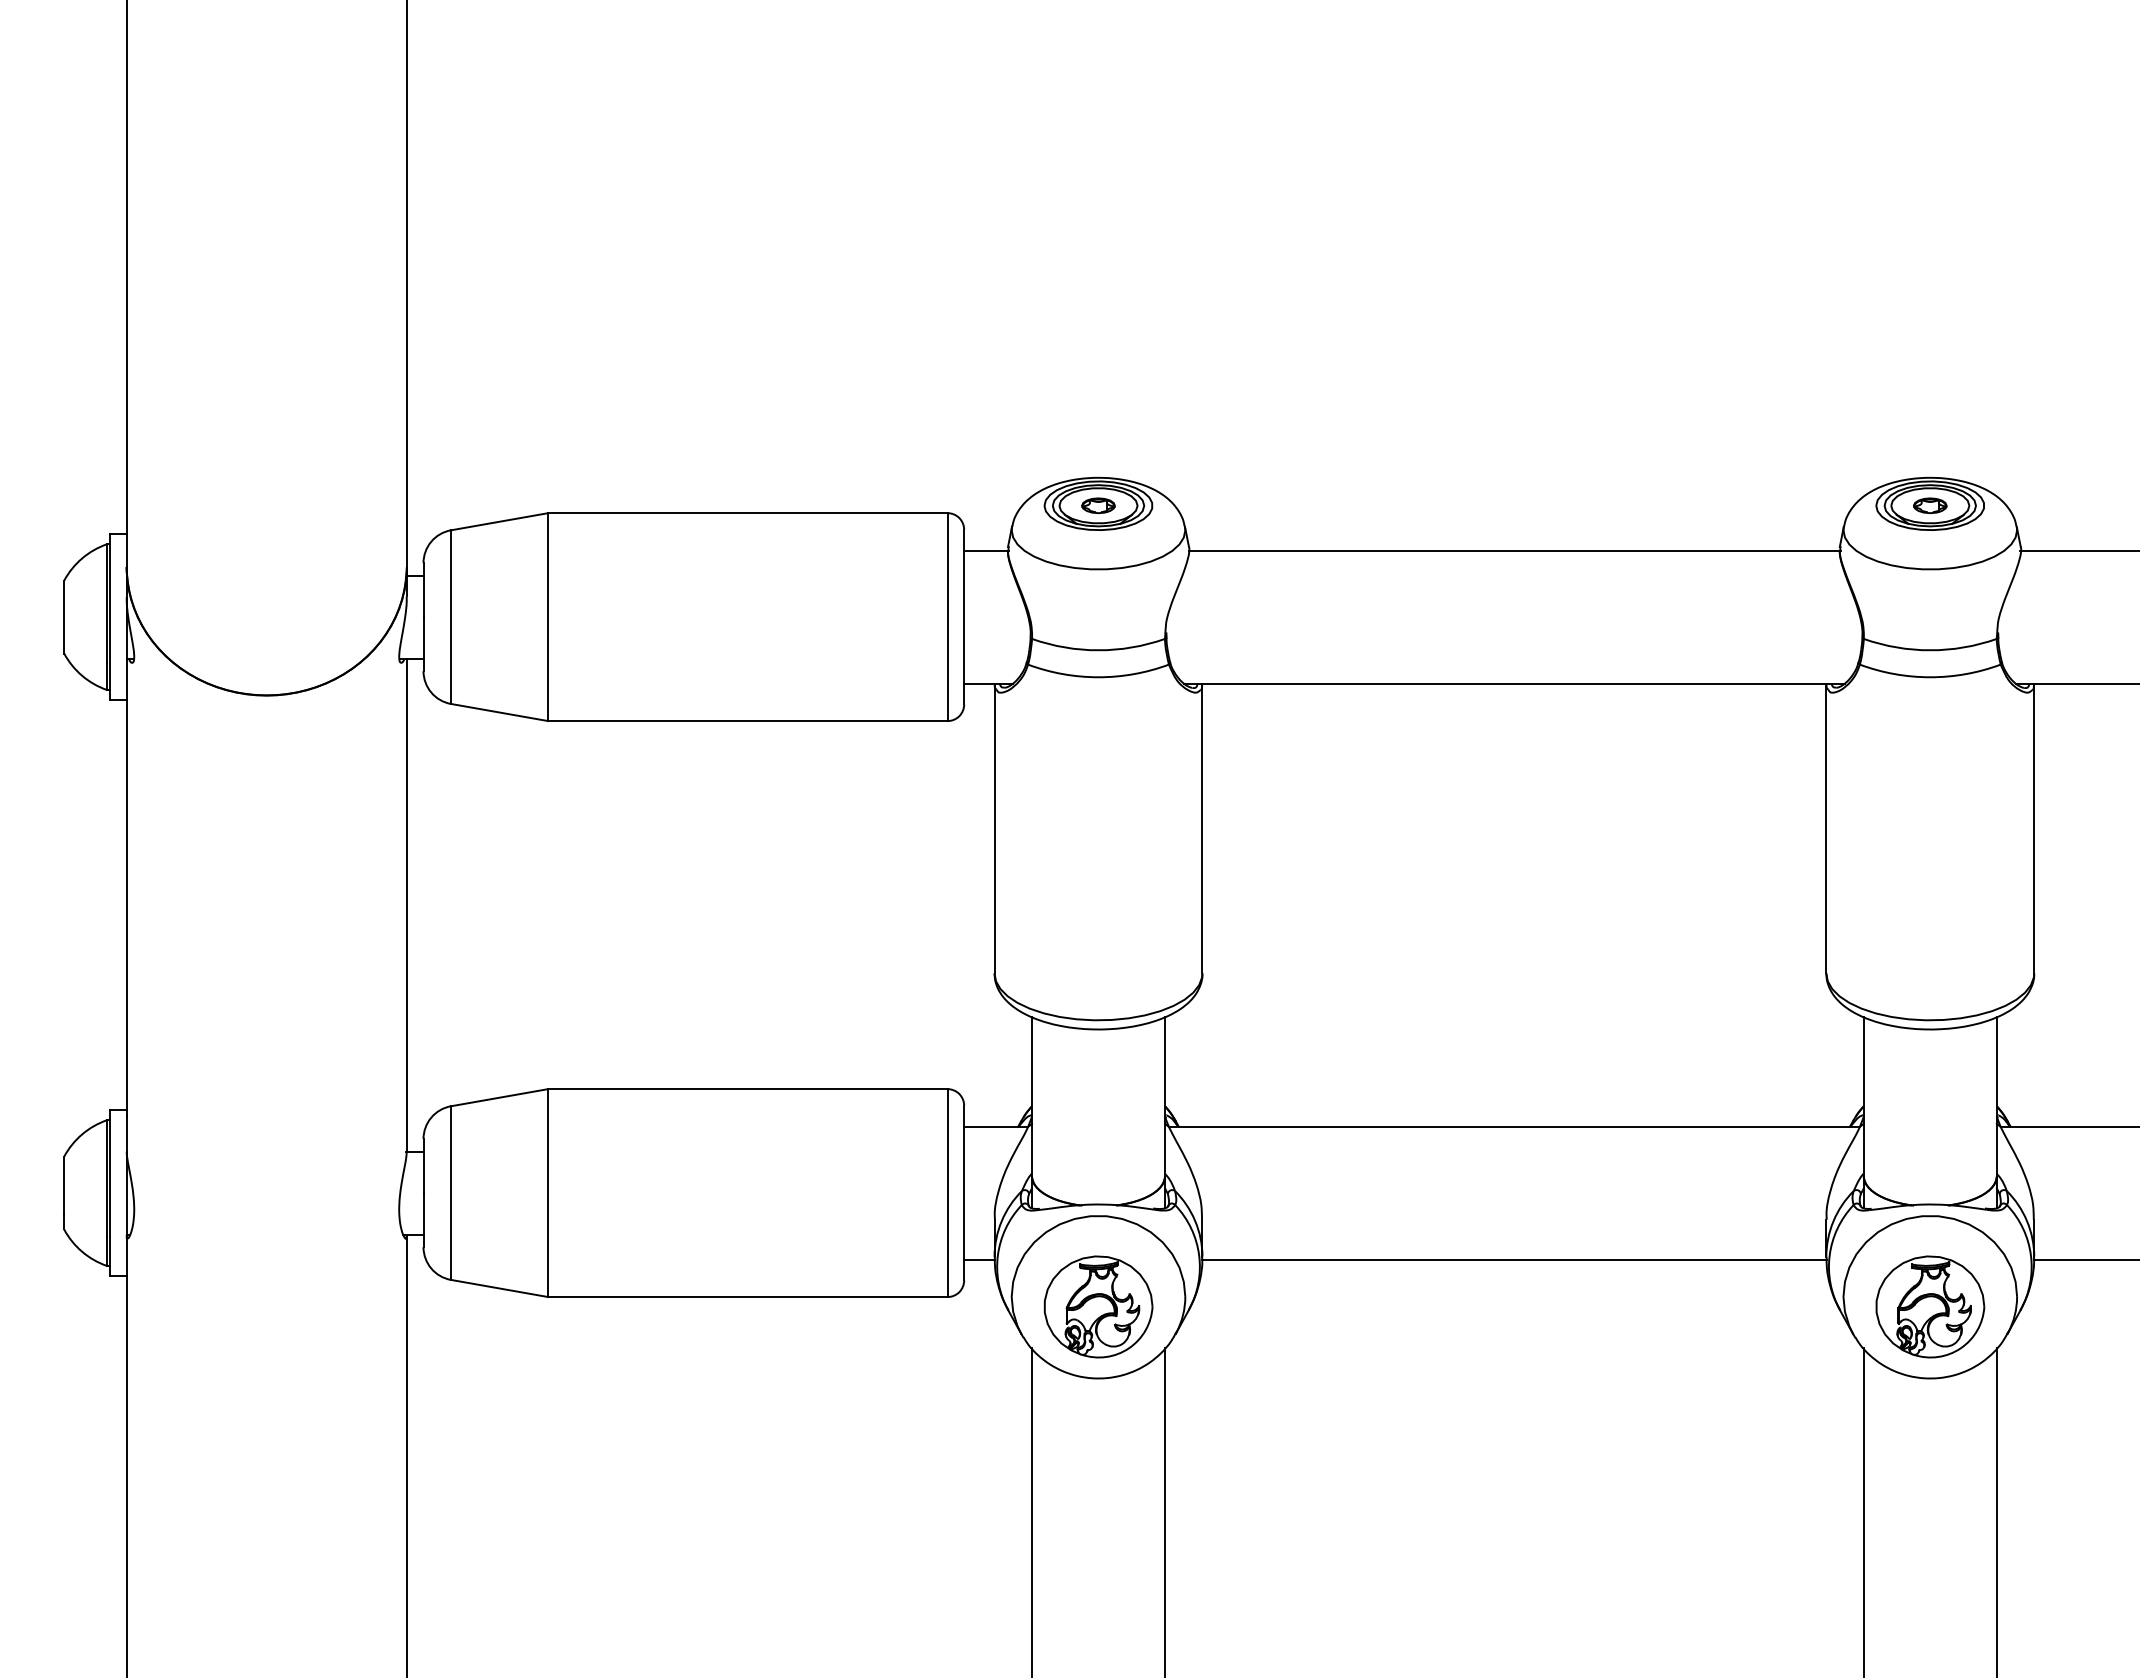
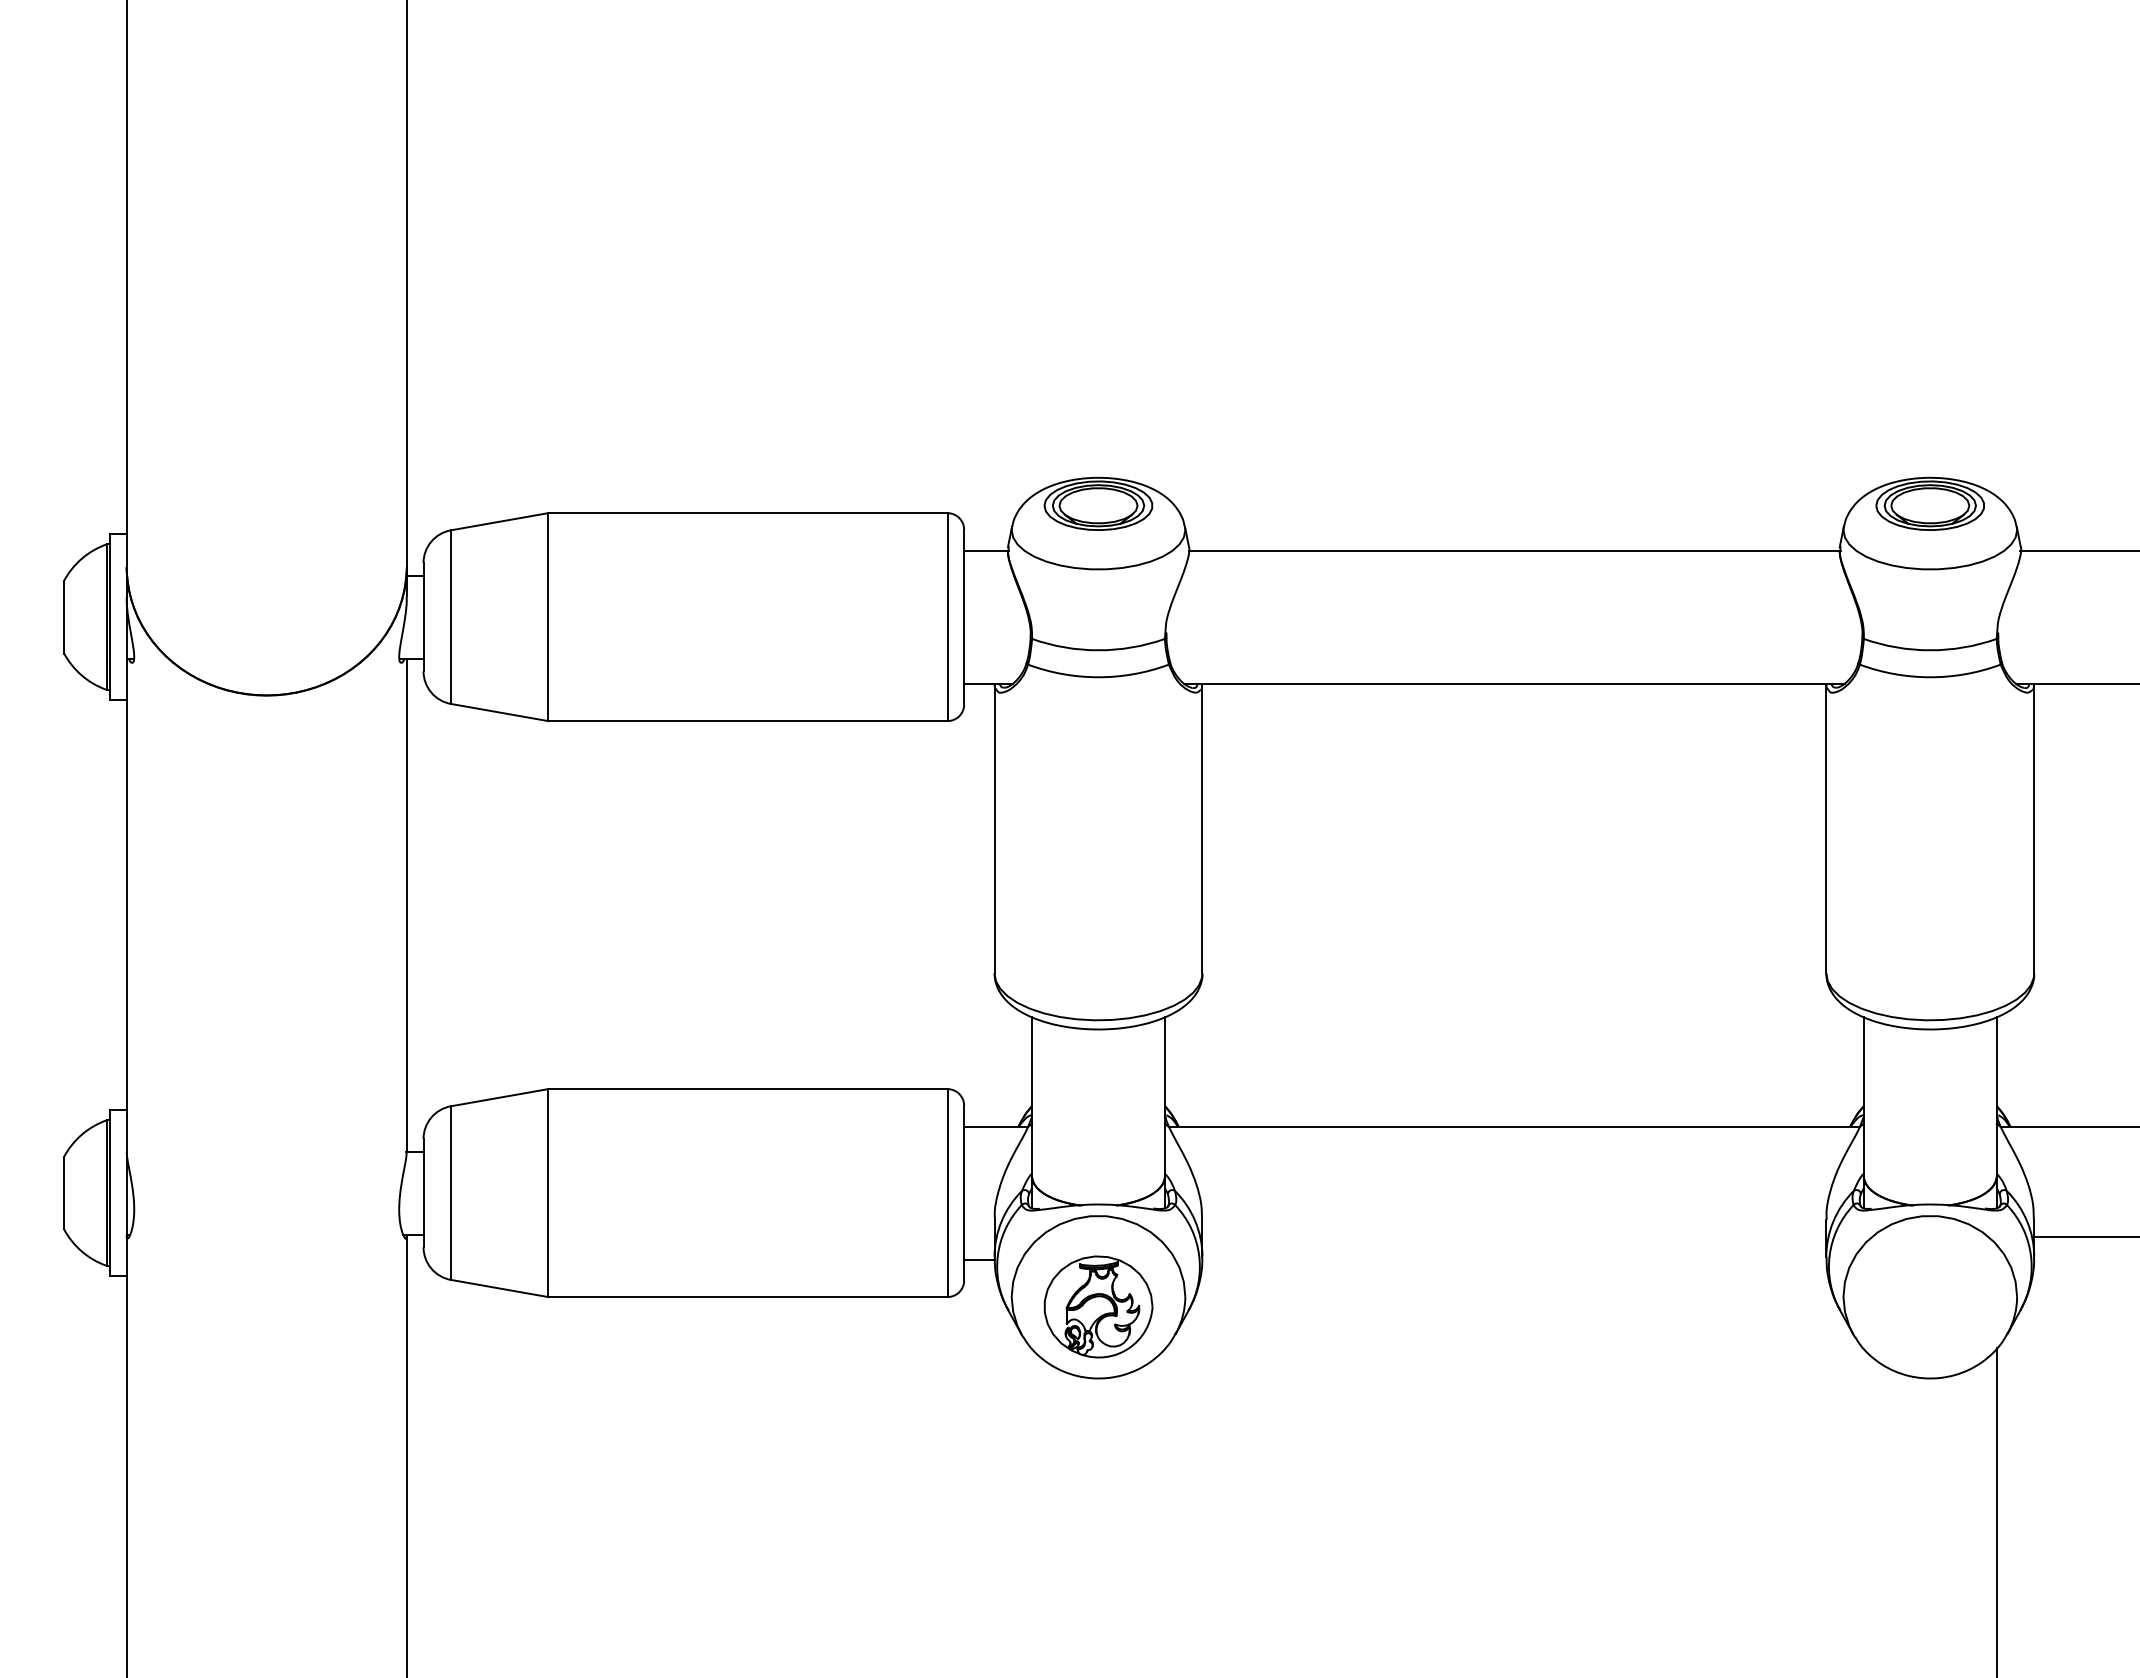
part at (1098, 505): present -> none
part at (1930, 505): present -> none
line at (1514, 1259): present -> none
line at (2085, 1259) position: (2085, 1259) -> (2085, 1236)
part at (1930, 1306): present -> none
line at (1031, 1511): present -> none
line at (1165, 1511): present -> none
line at (1863, 1511): present -> none
